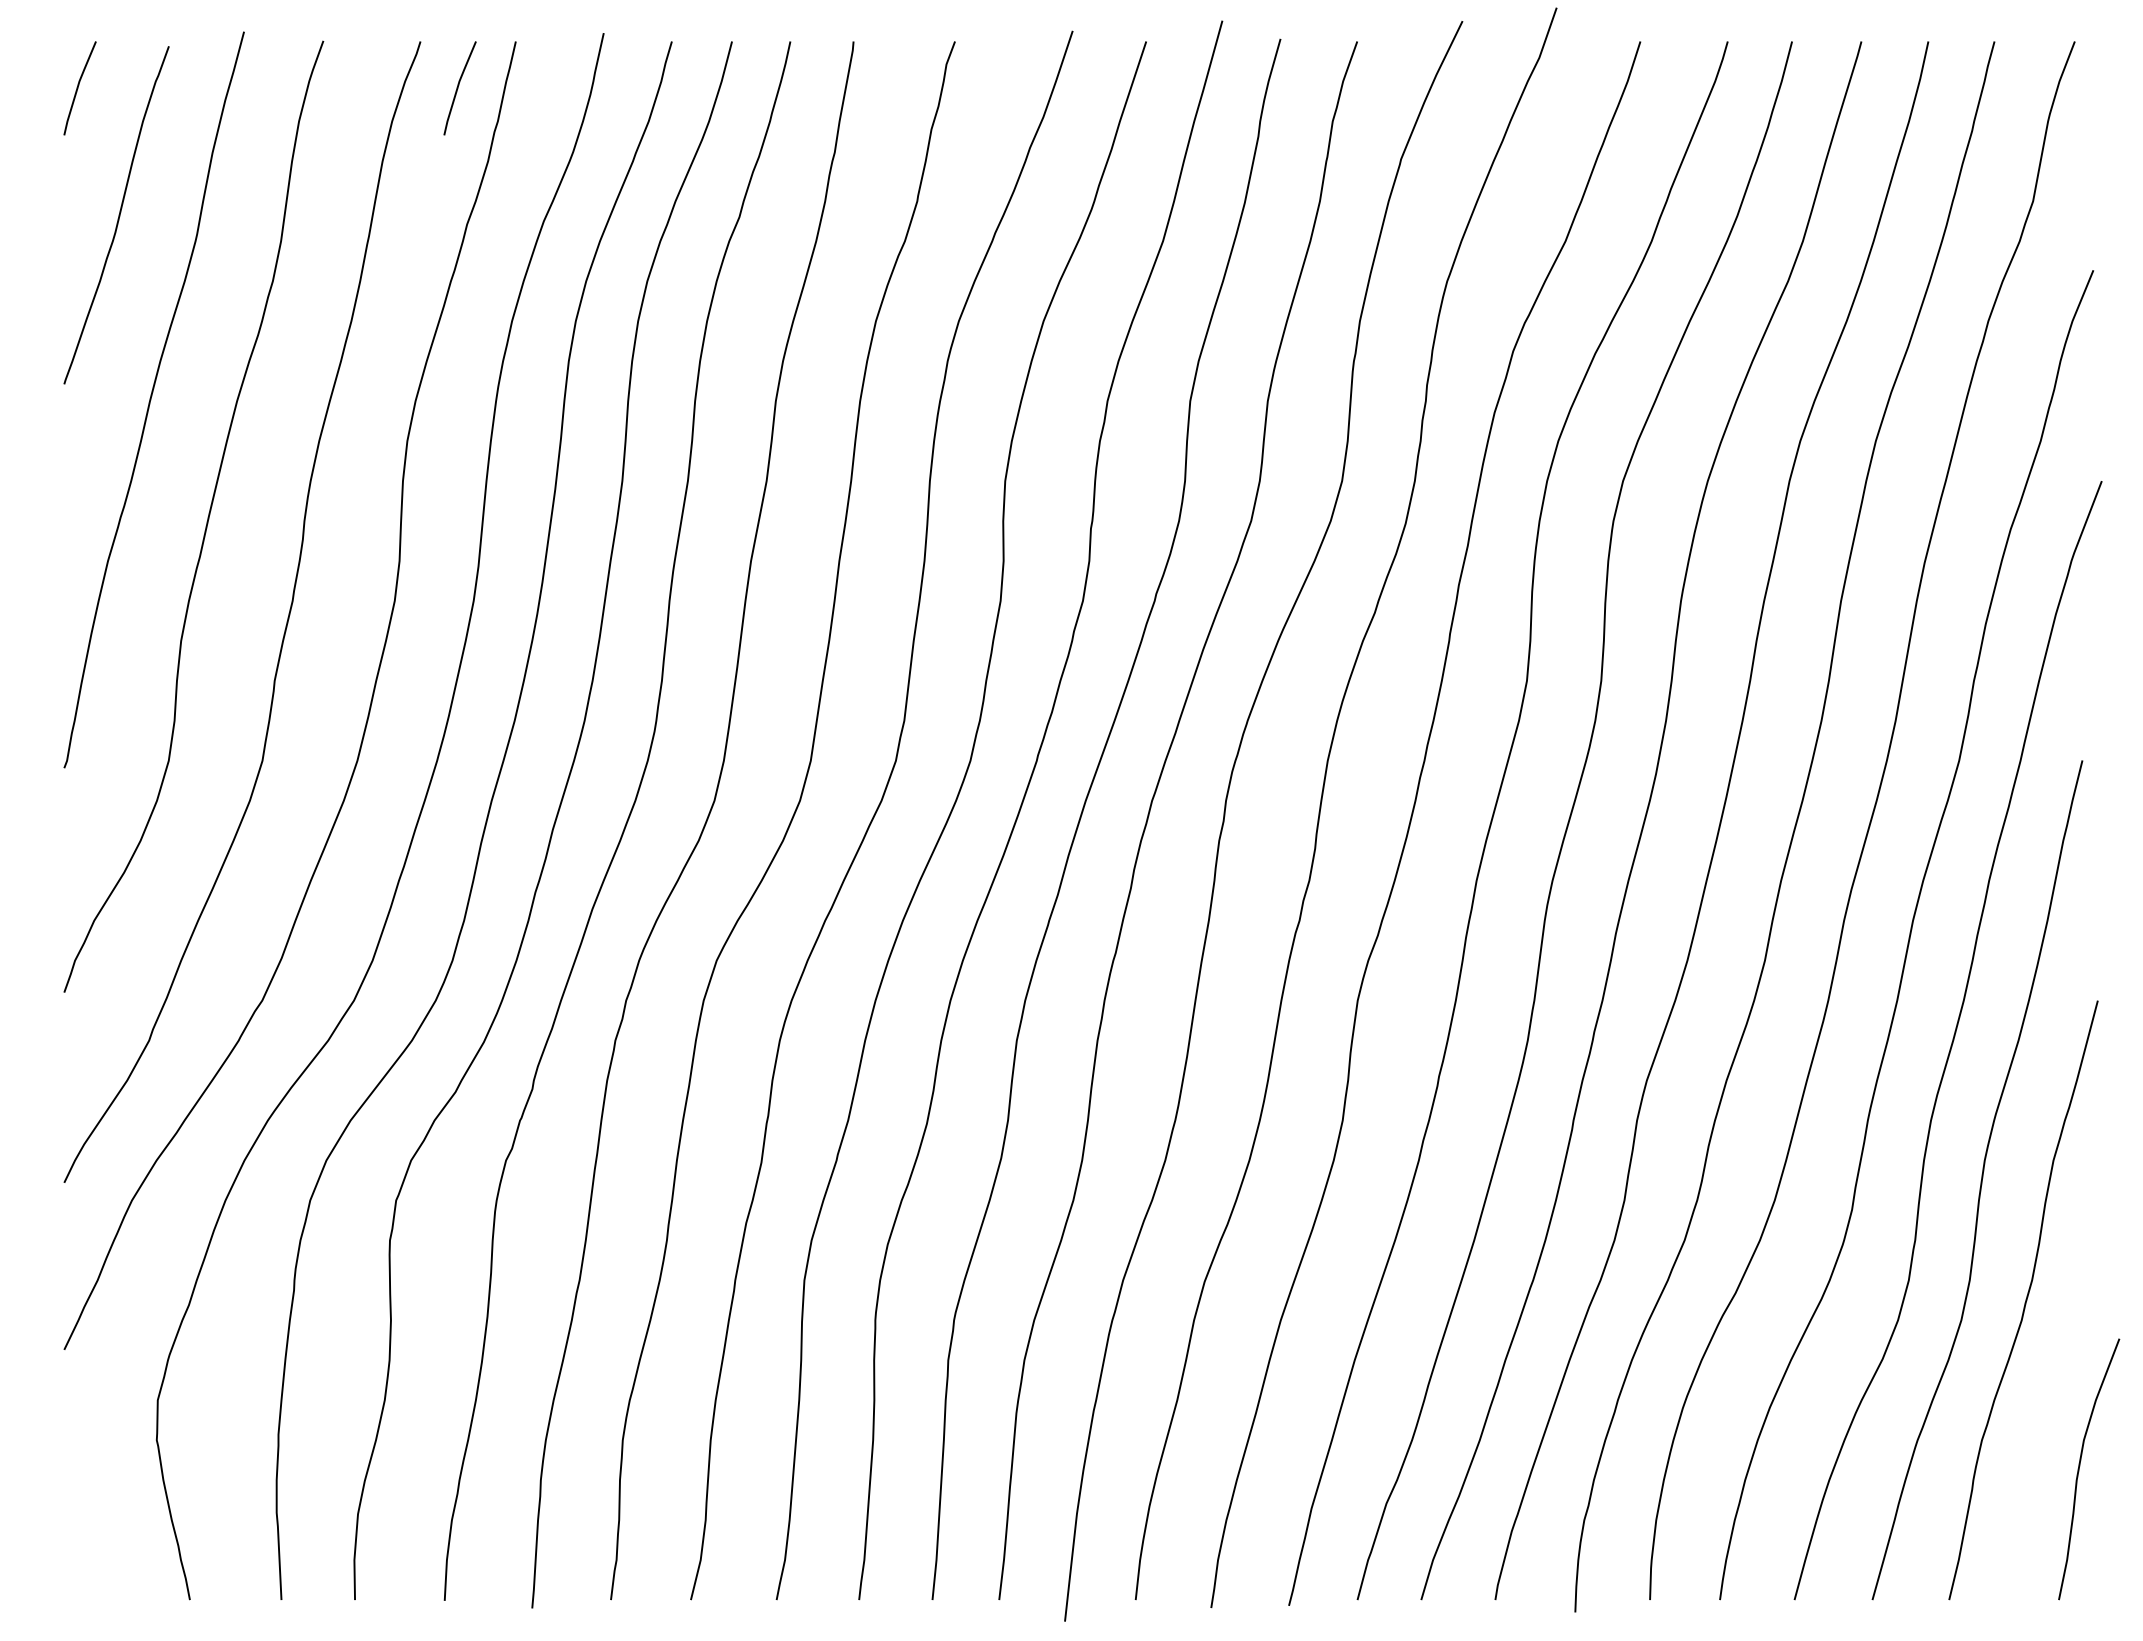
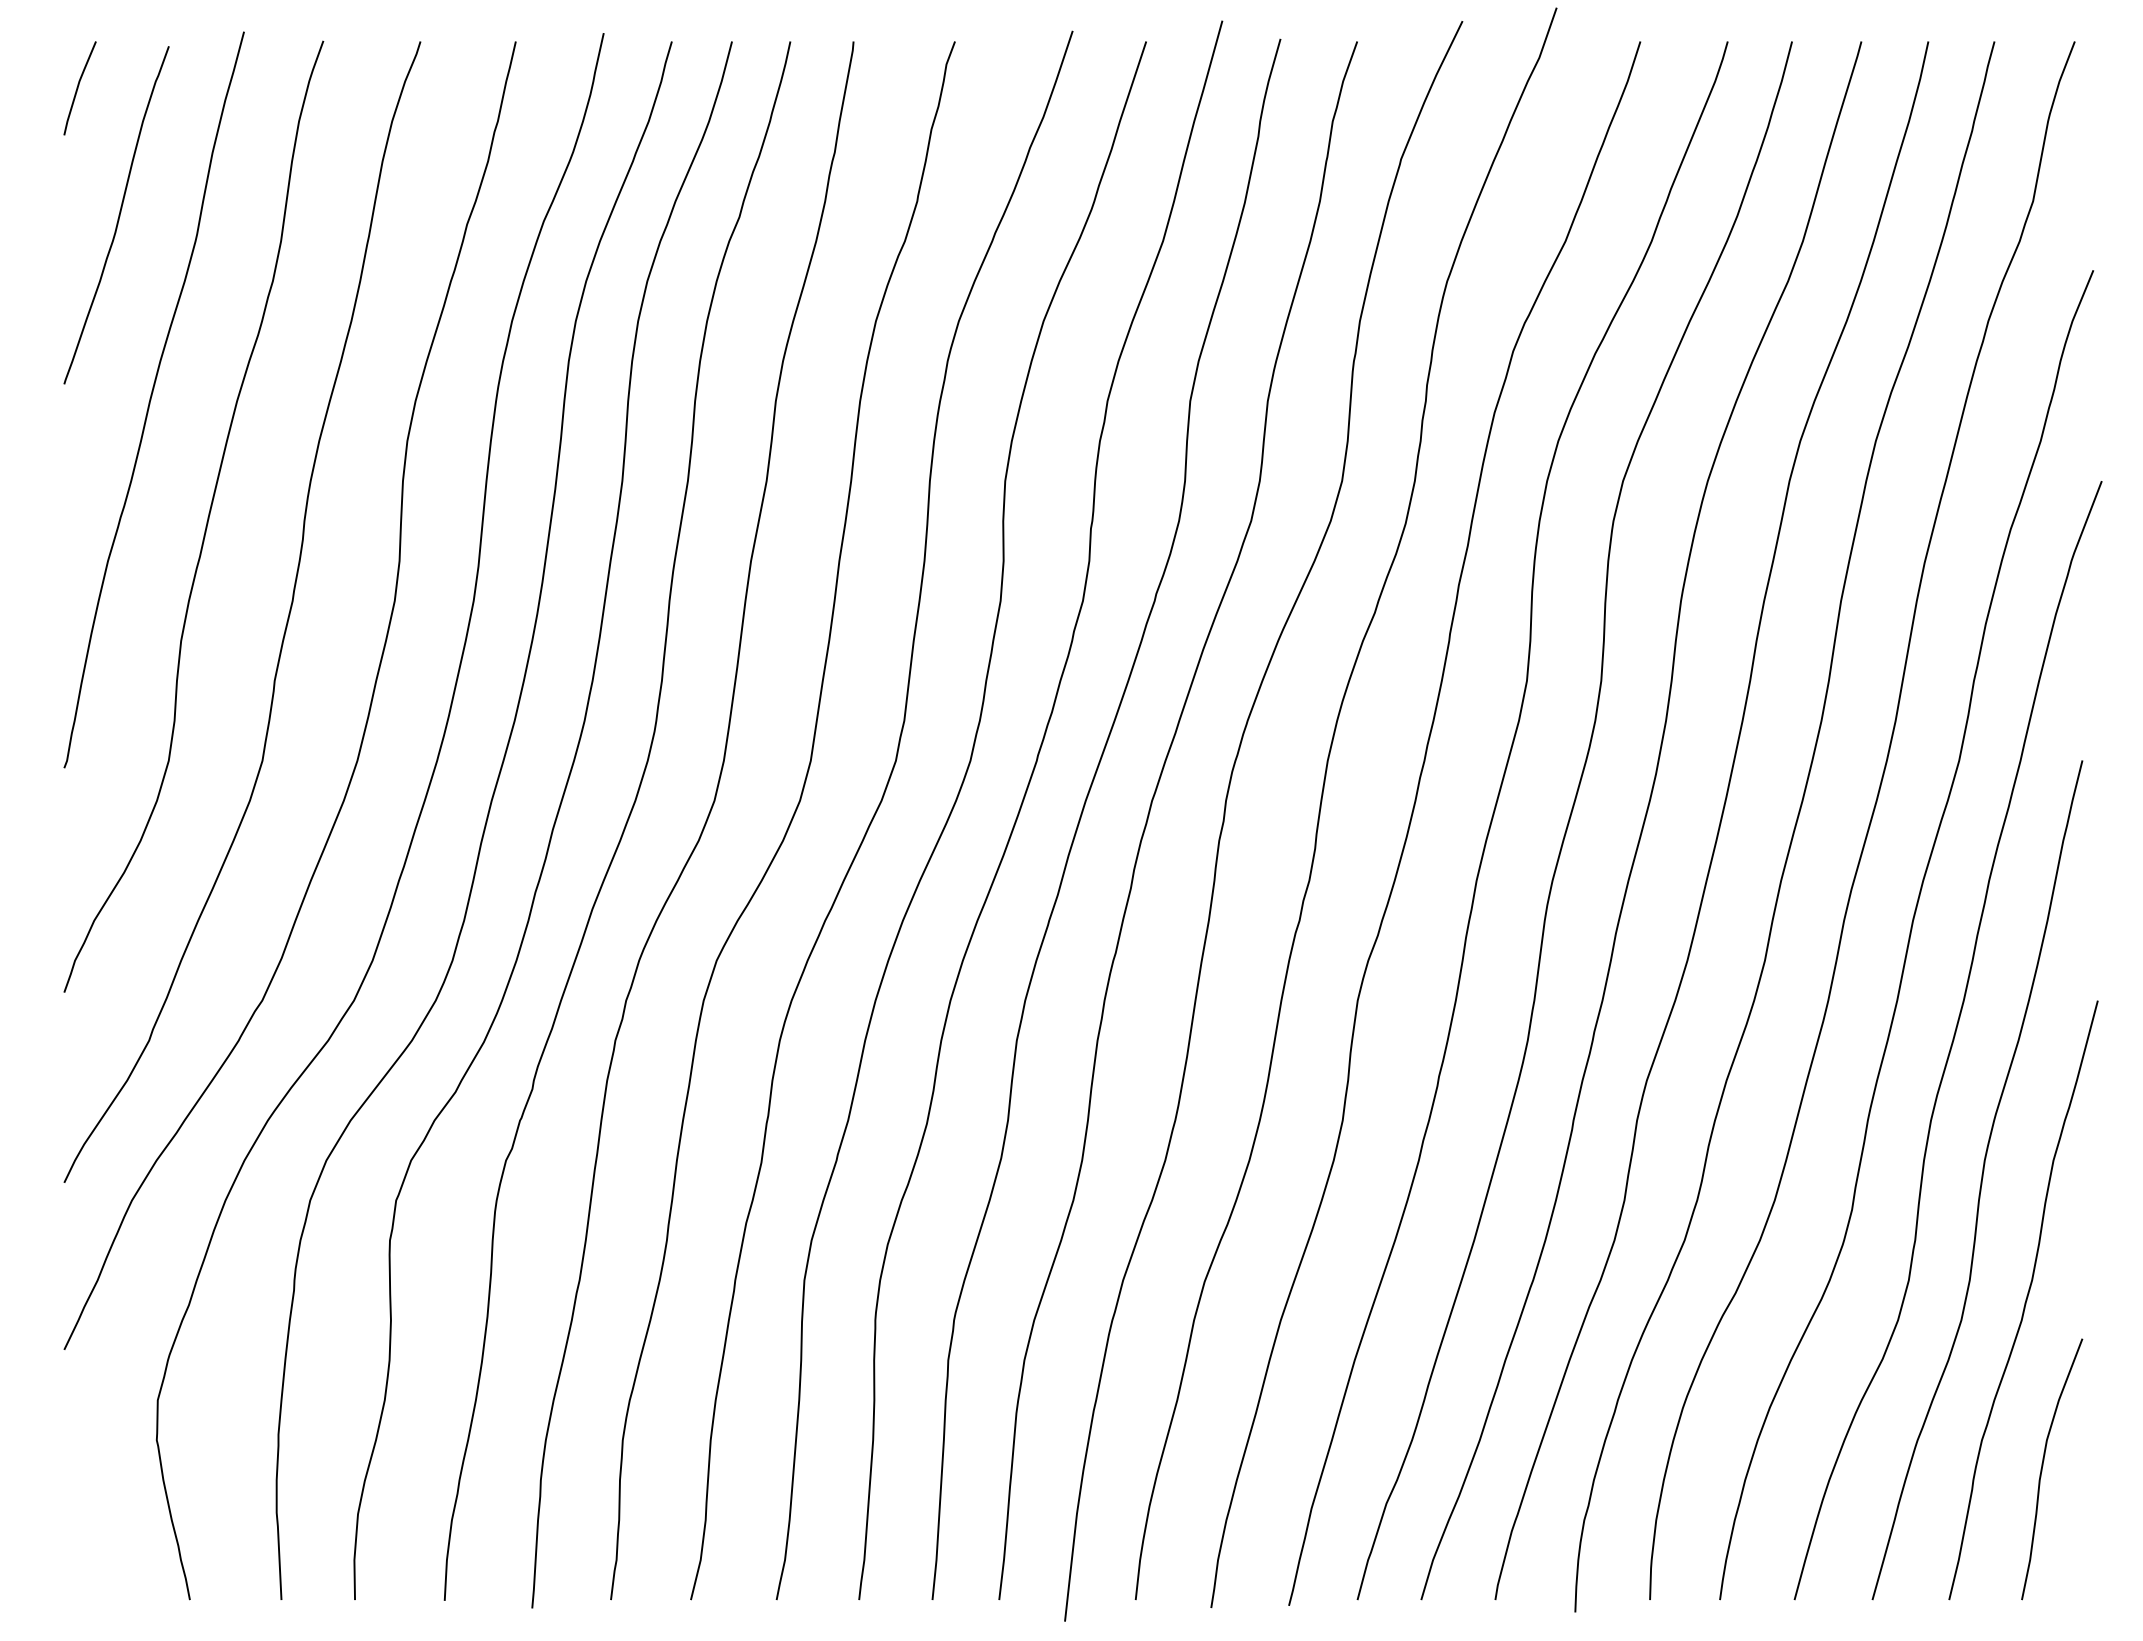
curve at (458, 88): present -> none
curve at (2080, 1466) position: (2080, 1466) -> (2043, 1466)
